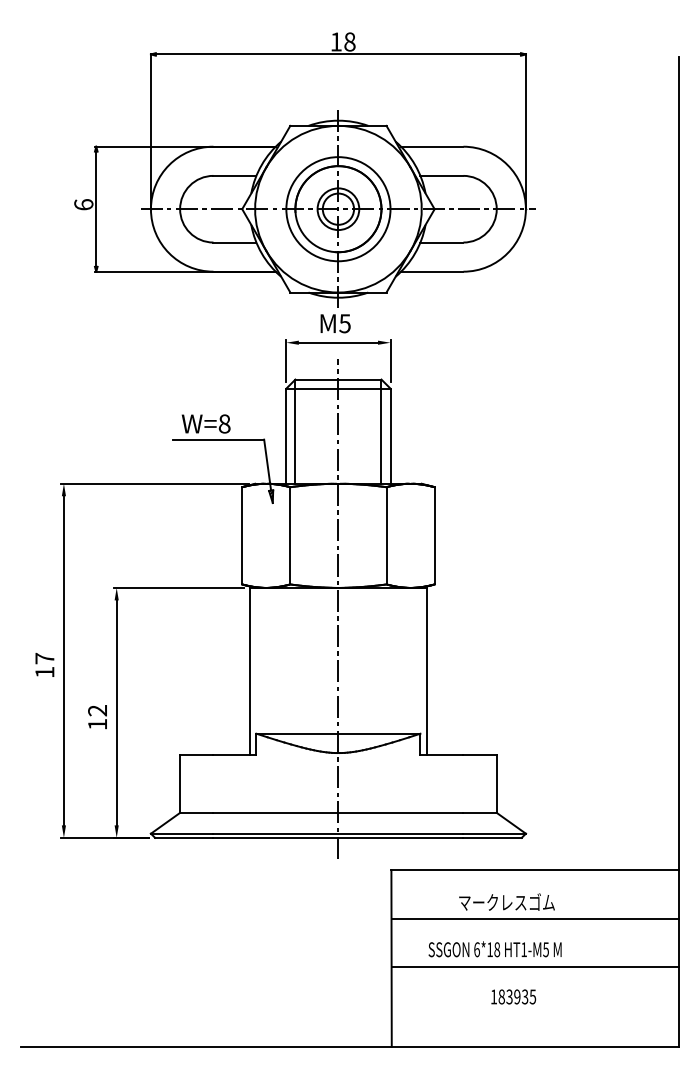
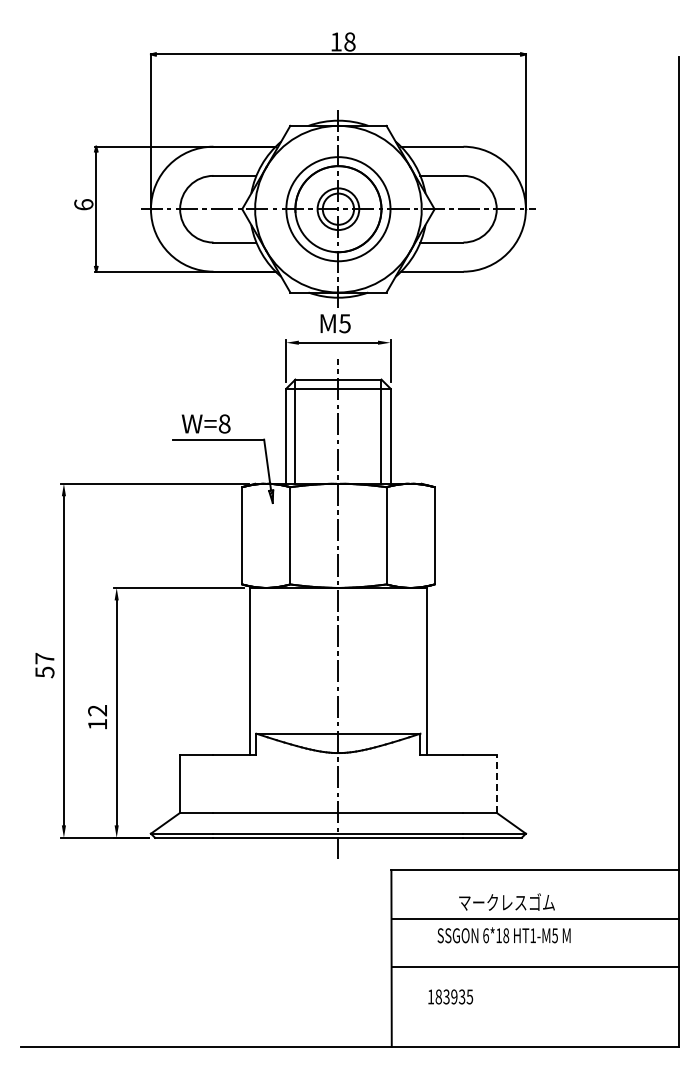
text at (44, 672): 17 -> 57
line at (496, 783): solid -> dashed
text at (494, 949) position: (494, 949) -> (503, 935)
text at (513, 996) position: (513, 996) -> (450, 996)
